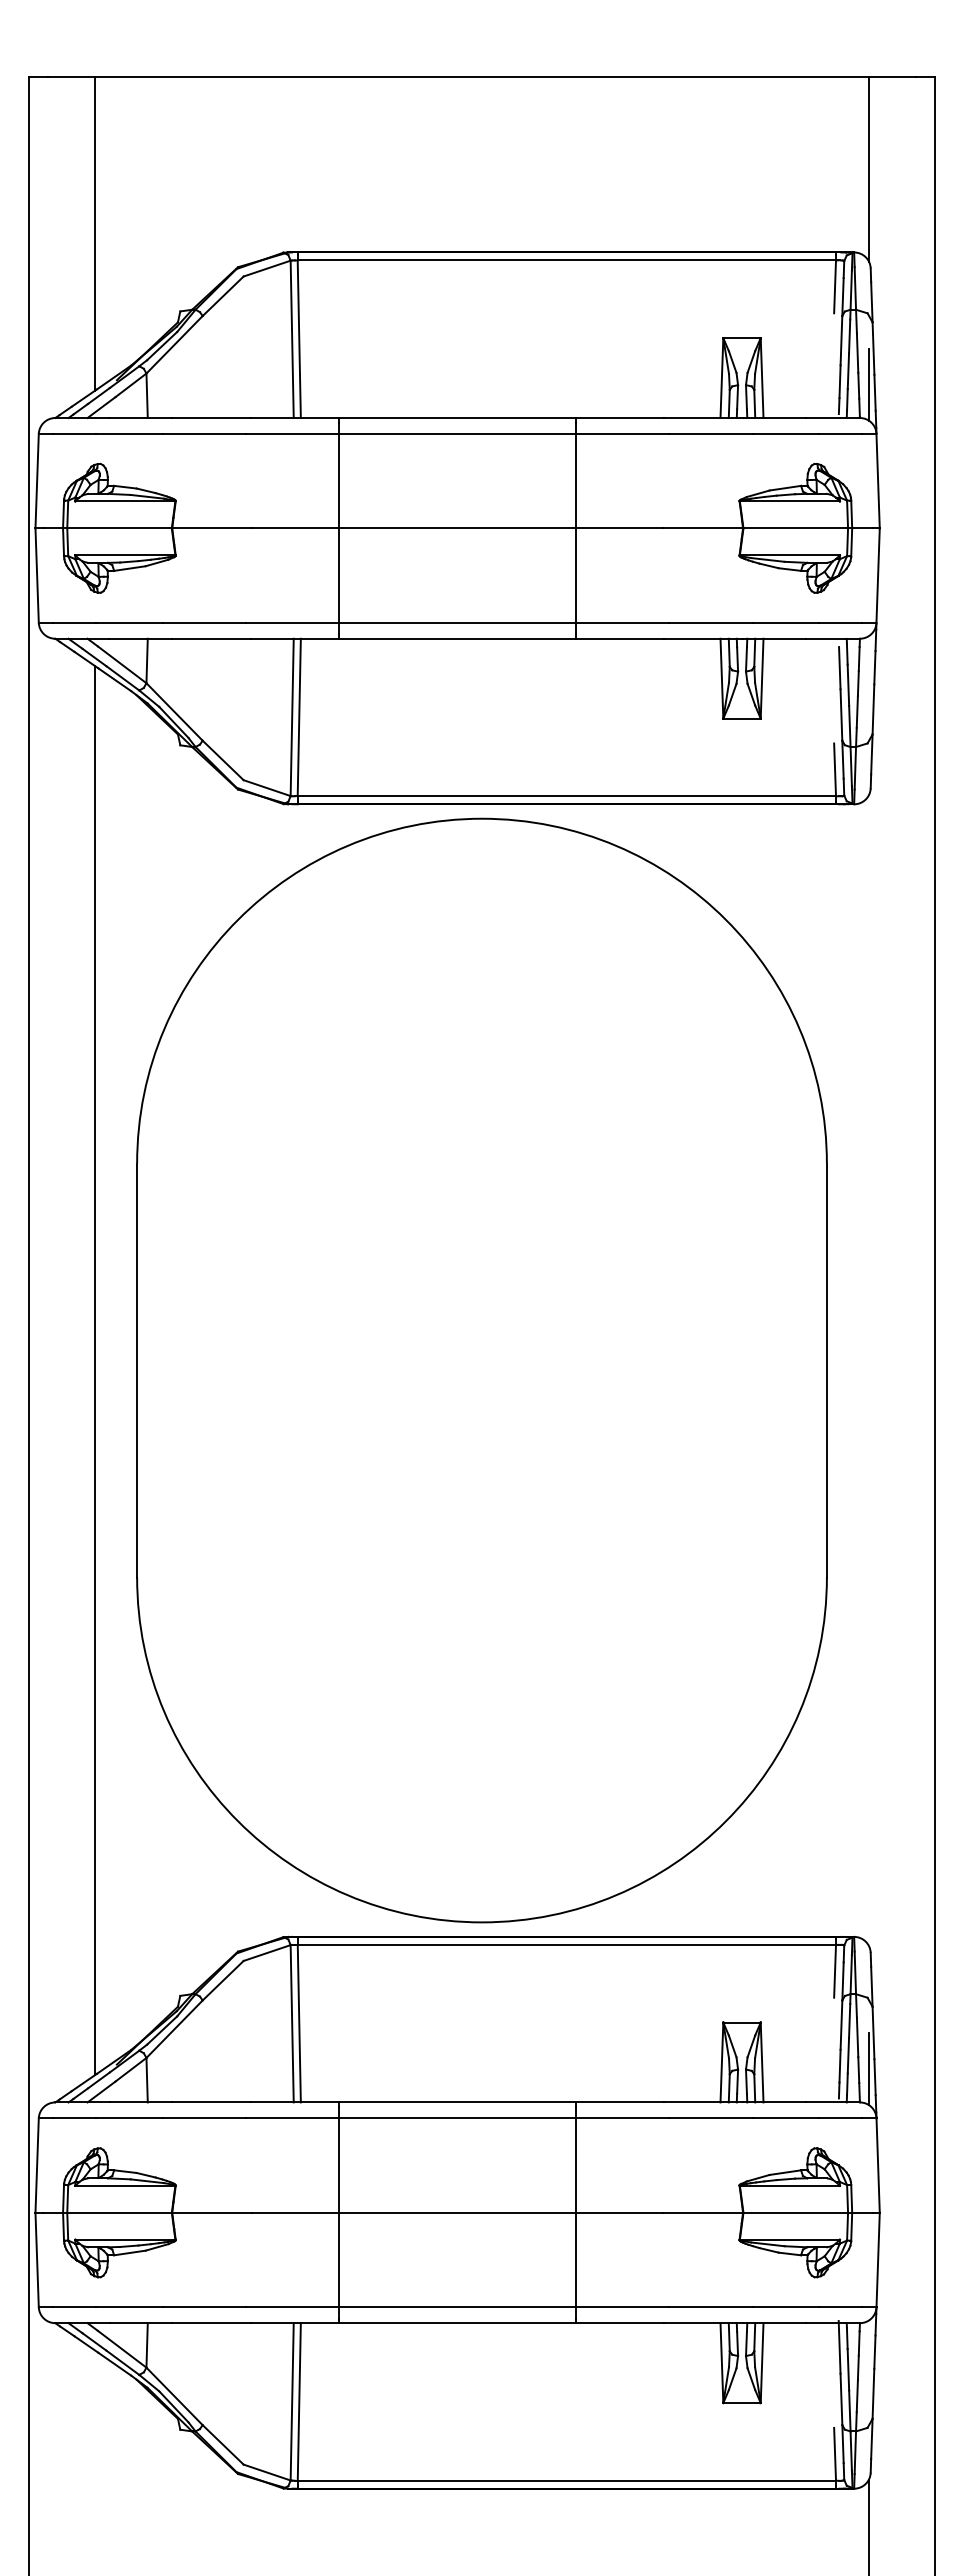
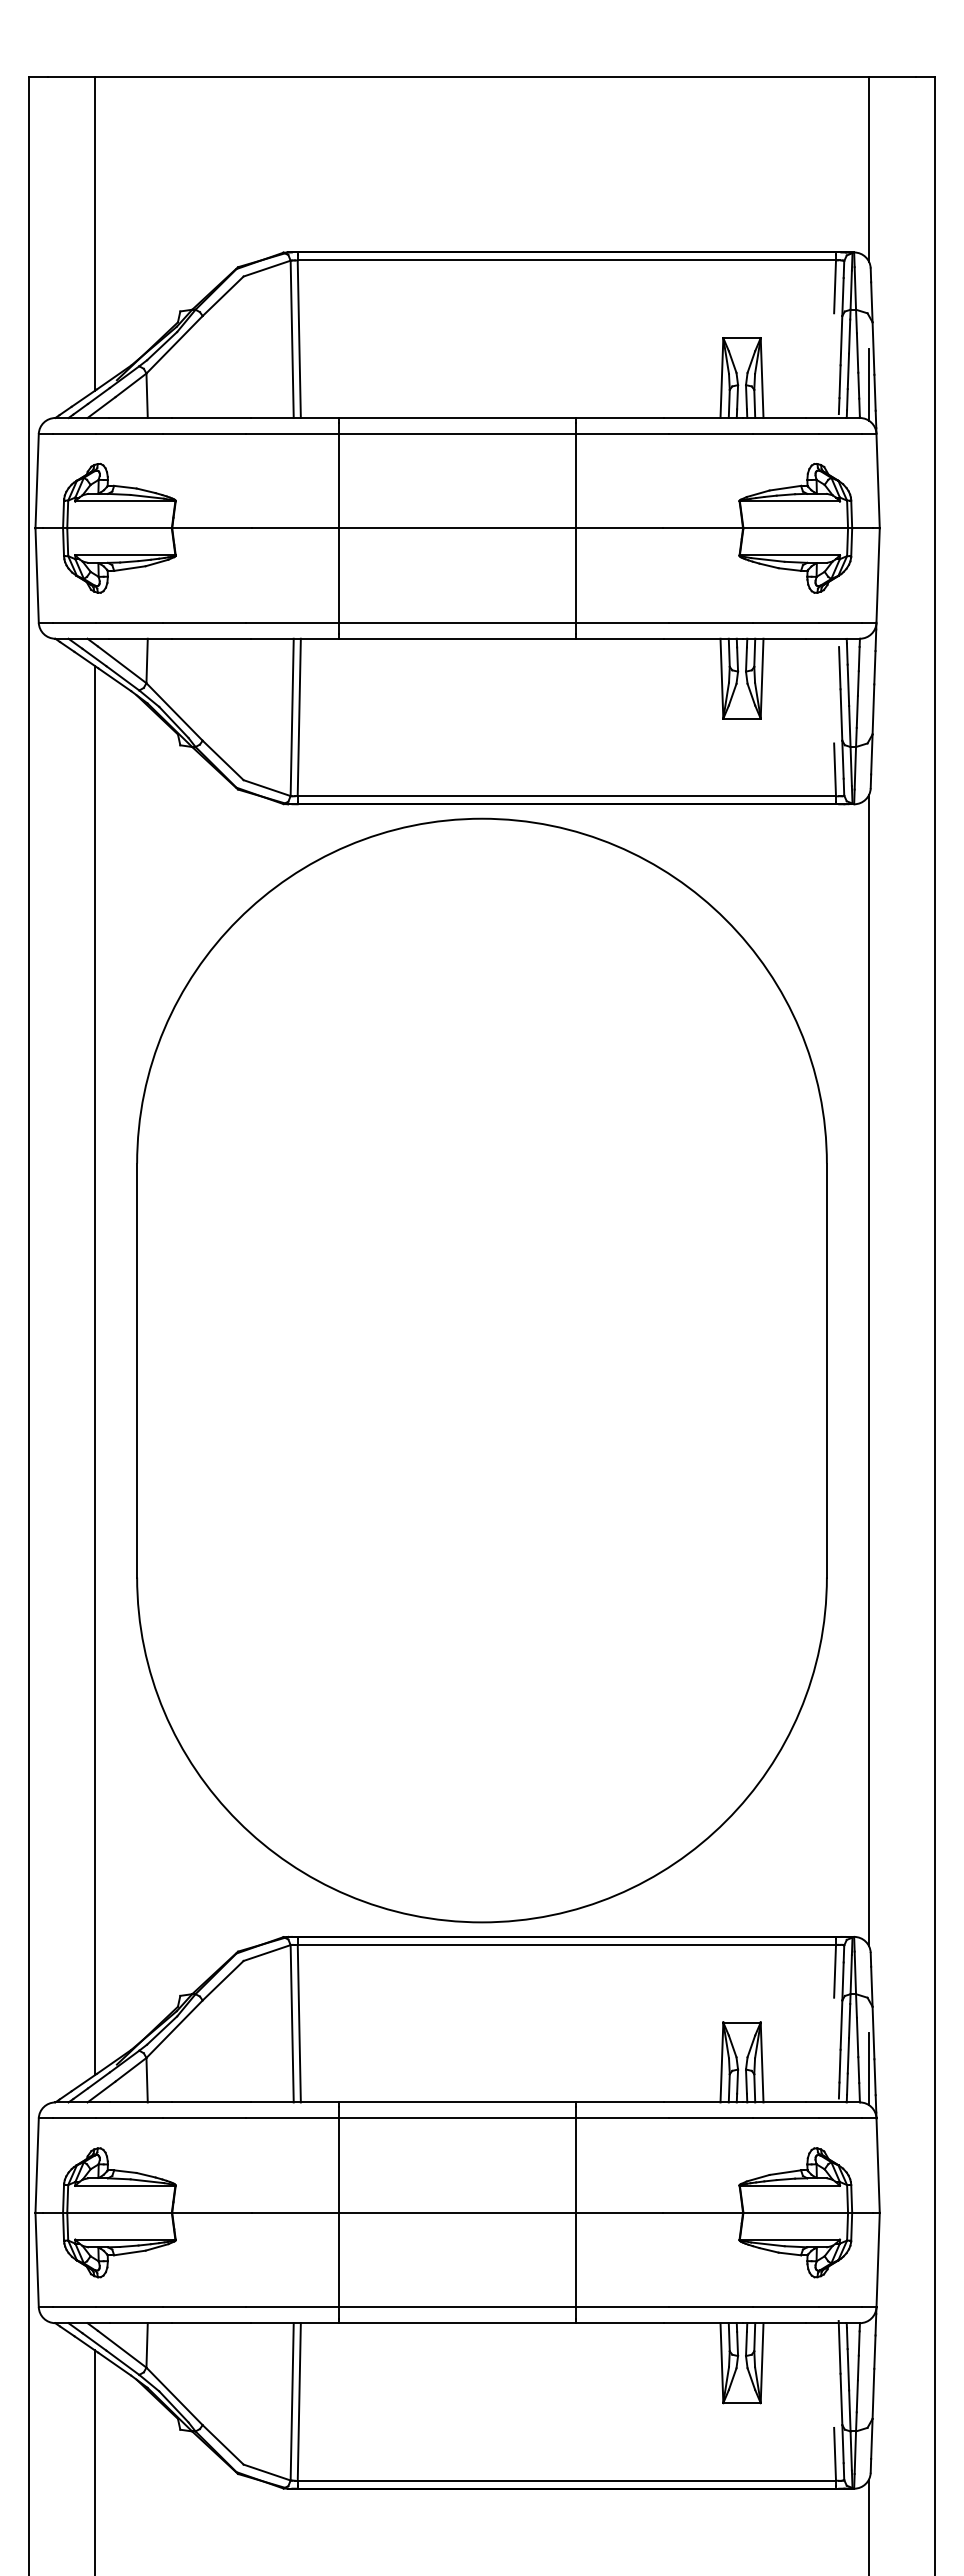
line at (868, 1370): none -> present
line at (95, 2461): none -> present
